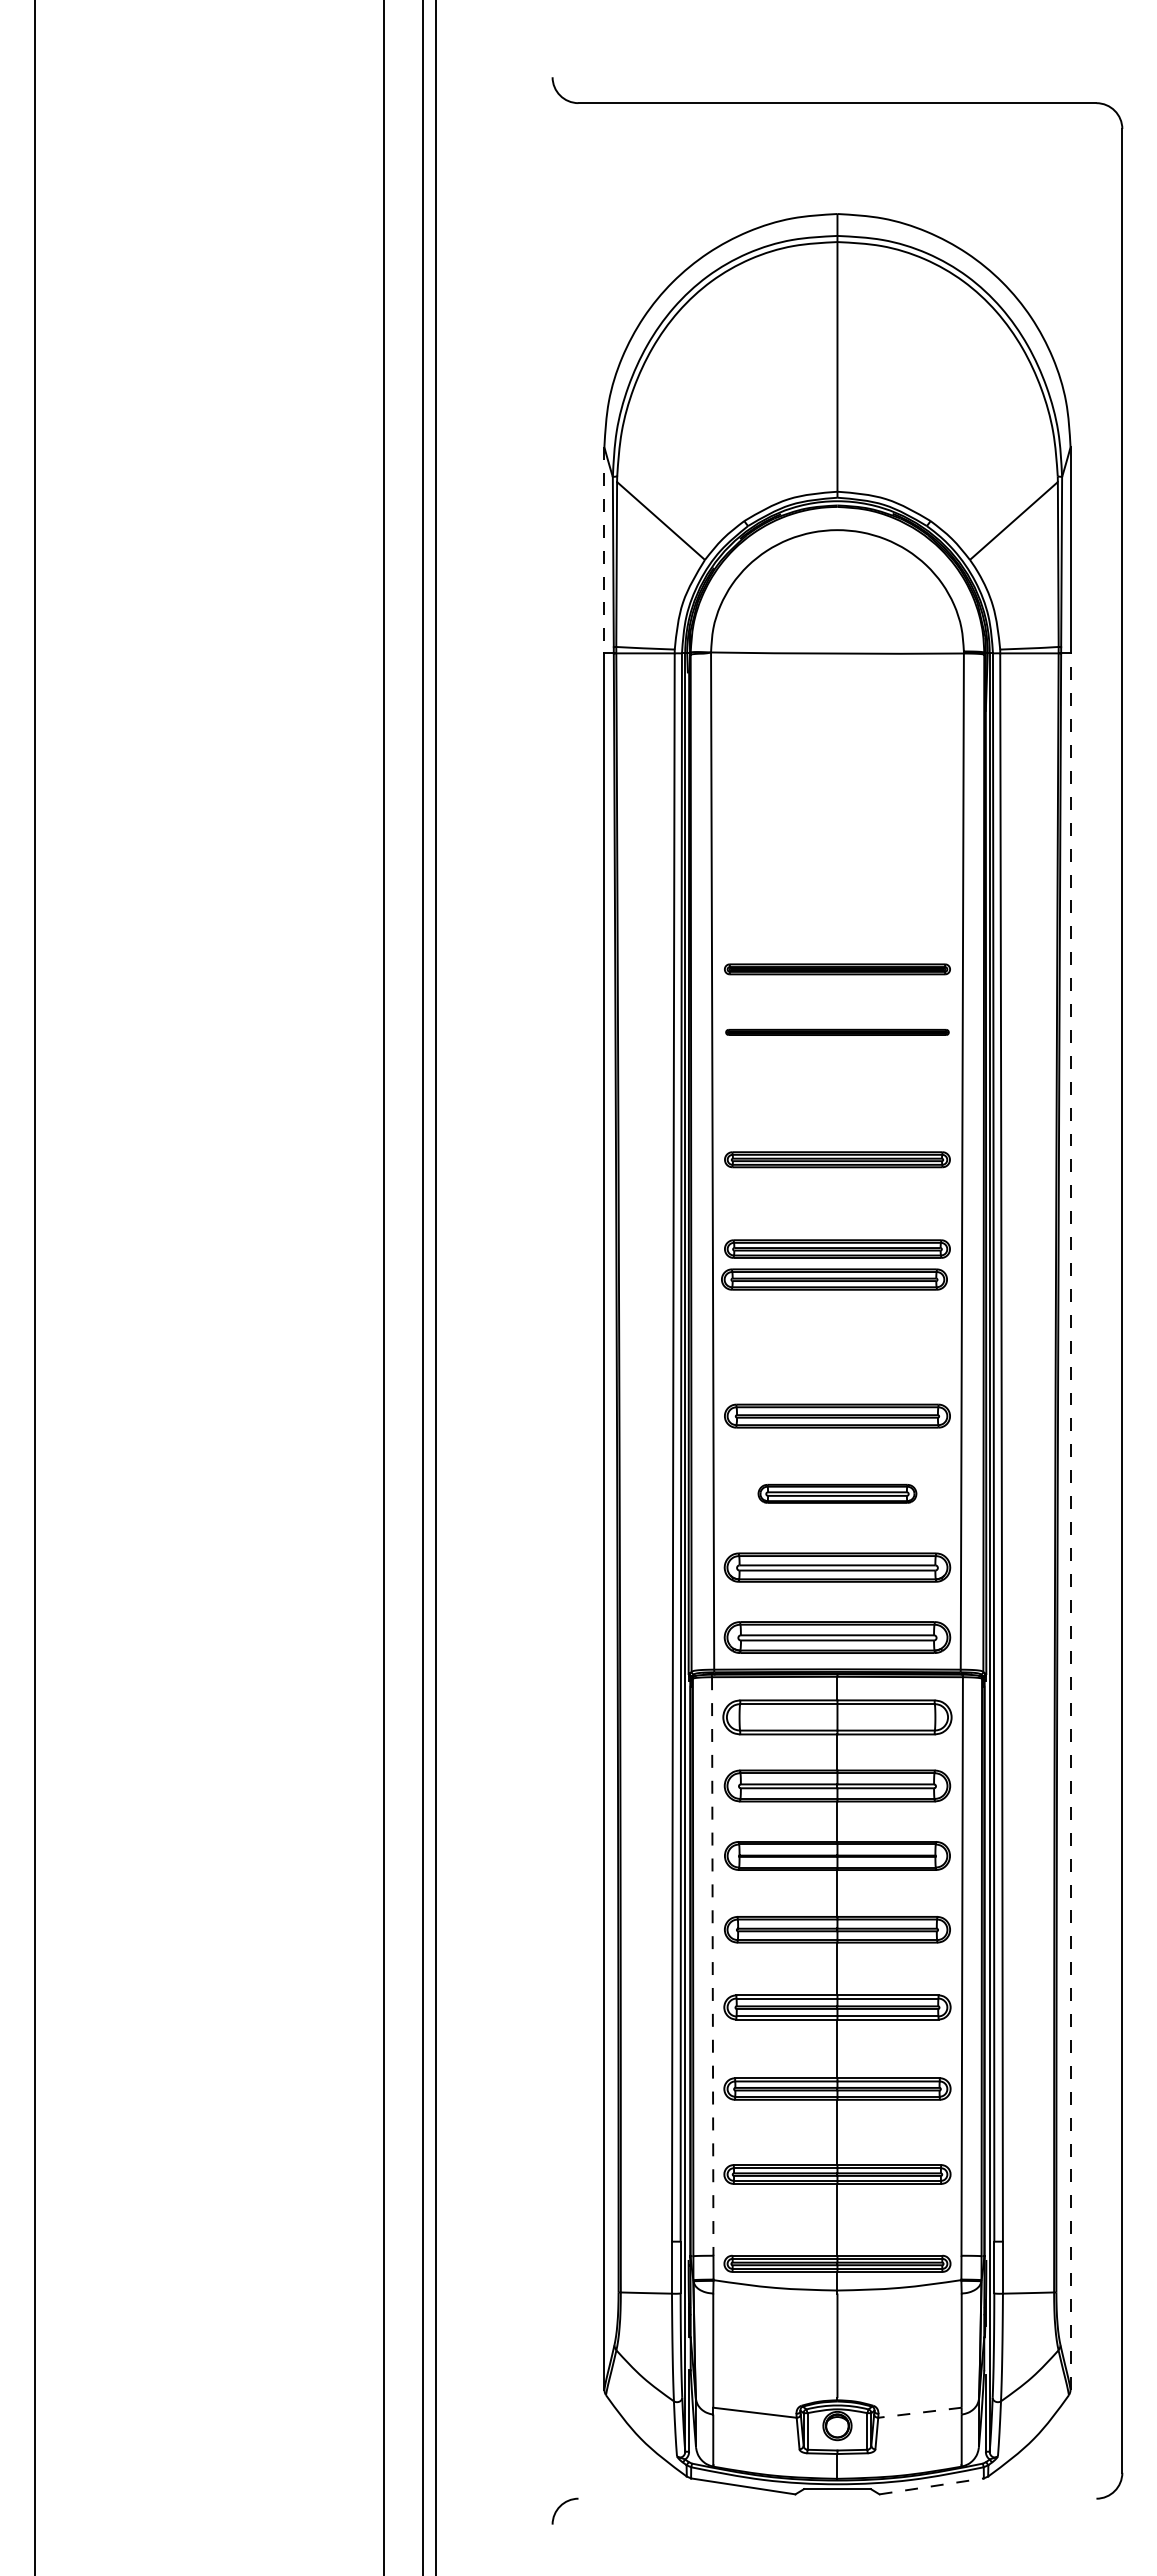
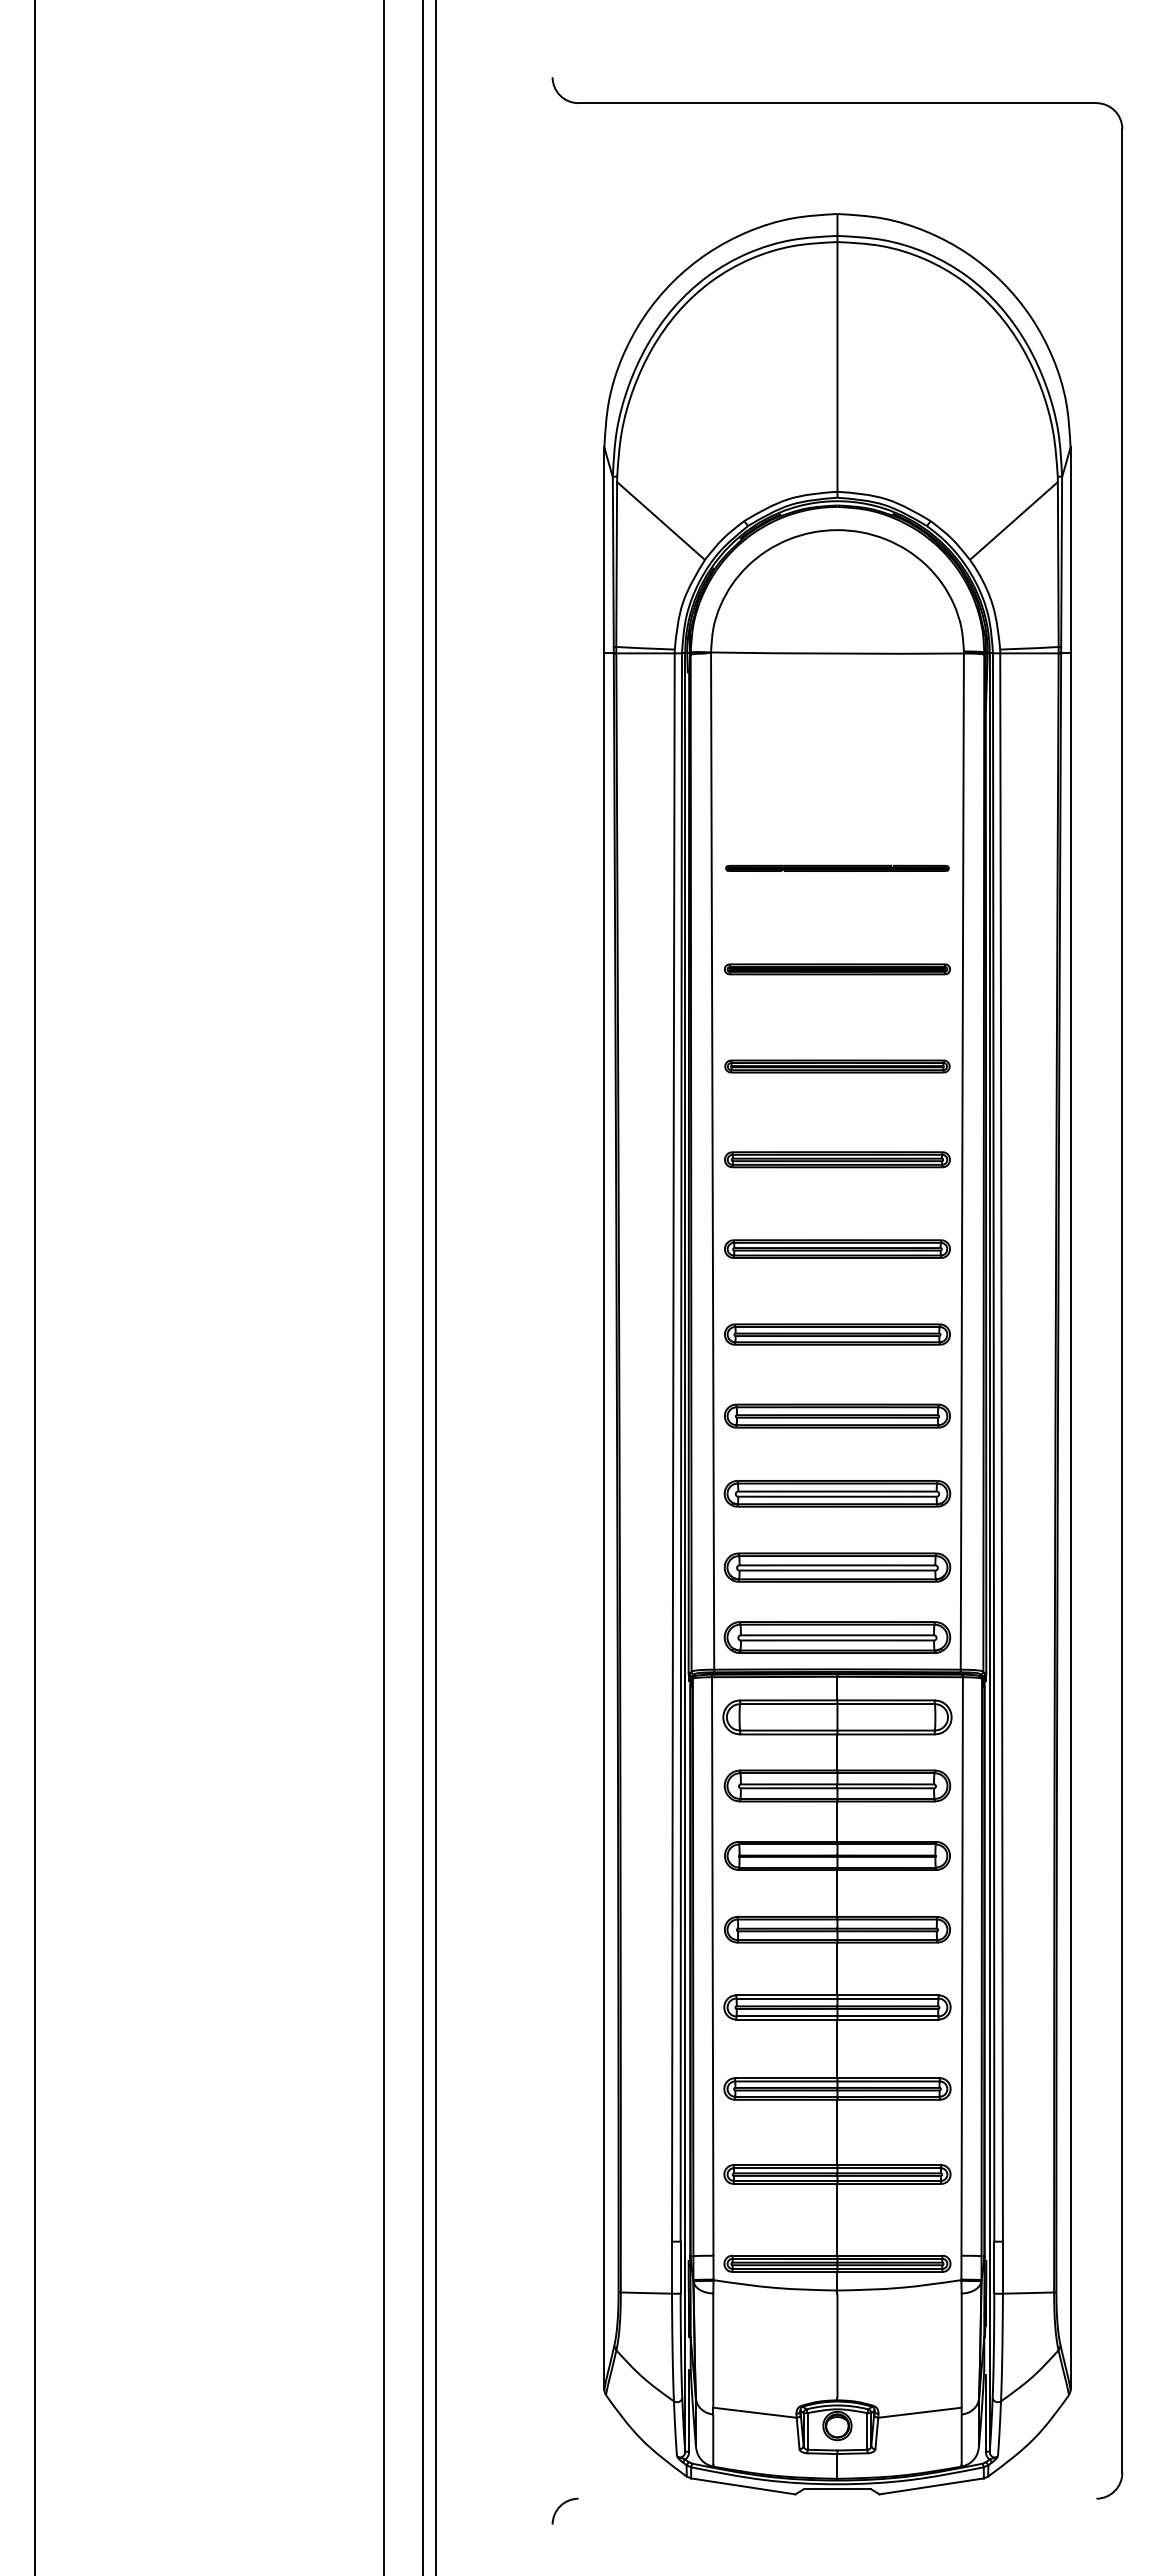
line at (604, 550): dashed -> solid
part at (837, 1031) position: (837, 1031) -> (837, 867)
part at (837, 1066): none -> present
part at (834, 1279) position: (834, 1279) -> (837, 1334)
part at (837, 1493) size: 161x21 px -> 229x28 px
line at (1070, 1520): dashed -> solid
line at (712, 1966): dashed -> solid
line at (919, 2412): dashed -> solid
line at (931, 2486): dashed -> solid
